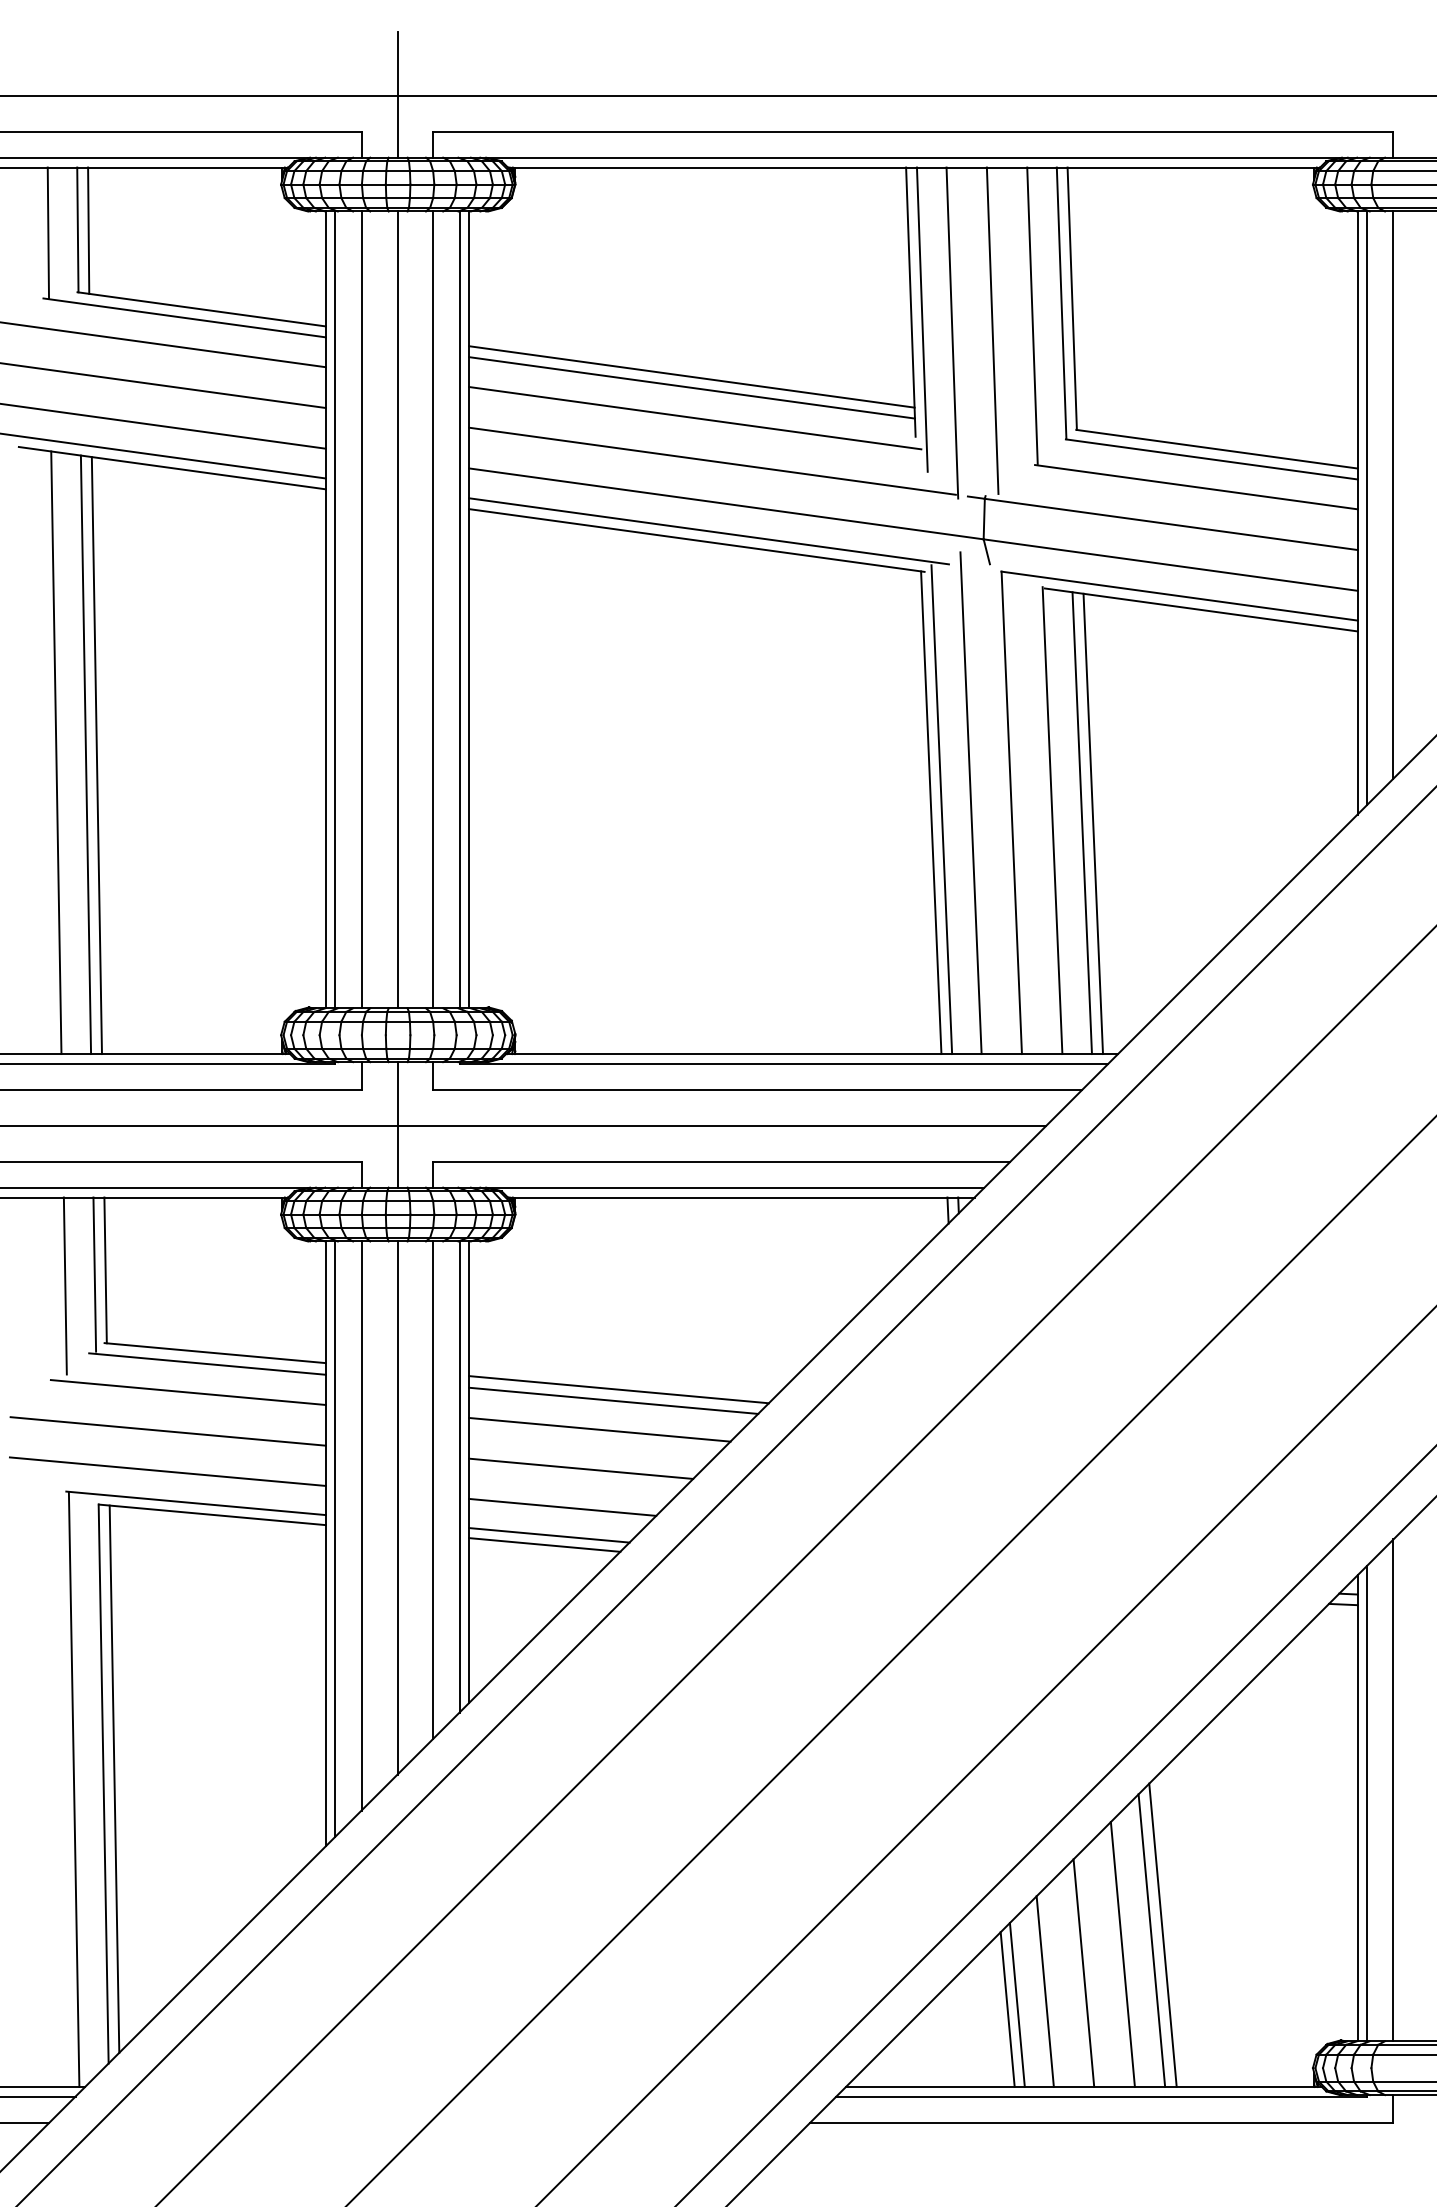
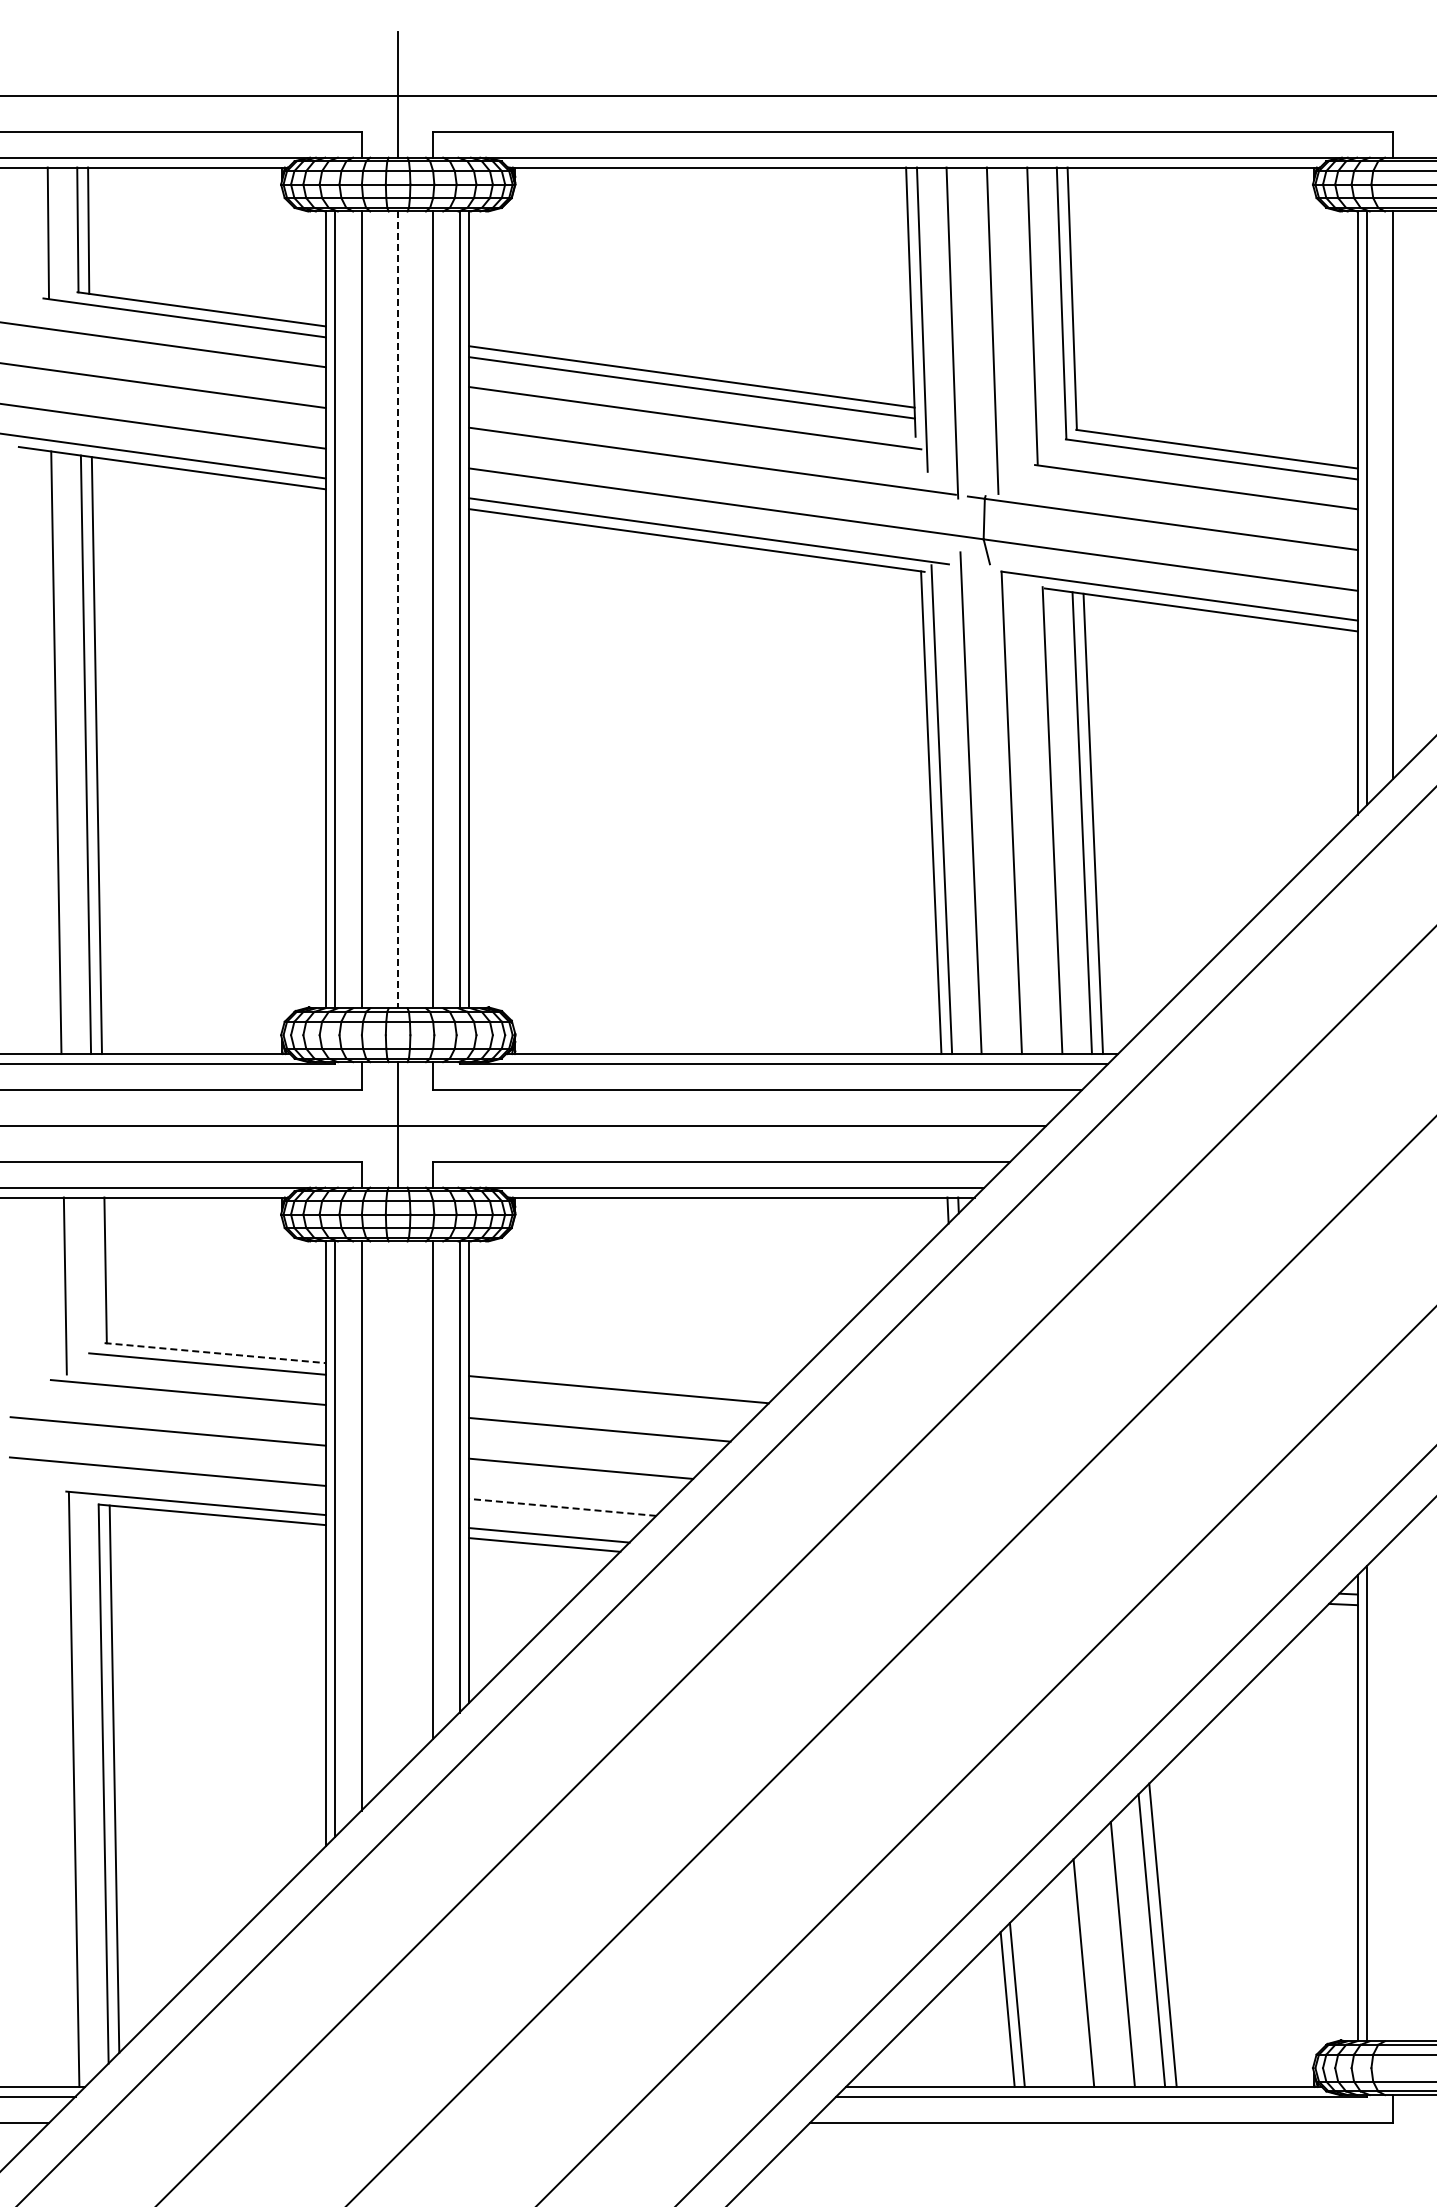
line at (397, 610): solid -> dashed
line at (94, 1274): present -> none
line at (215, 1353): solid -> dashed
line at (613, 1400): present -> none
line at (397, 1507): present -> none
line at (562, 1507): solid -> dashed
line at (1393, 1790): present -> none
line at (1044, 1991): present -> none
